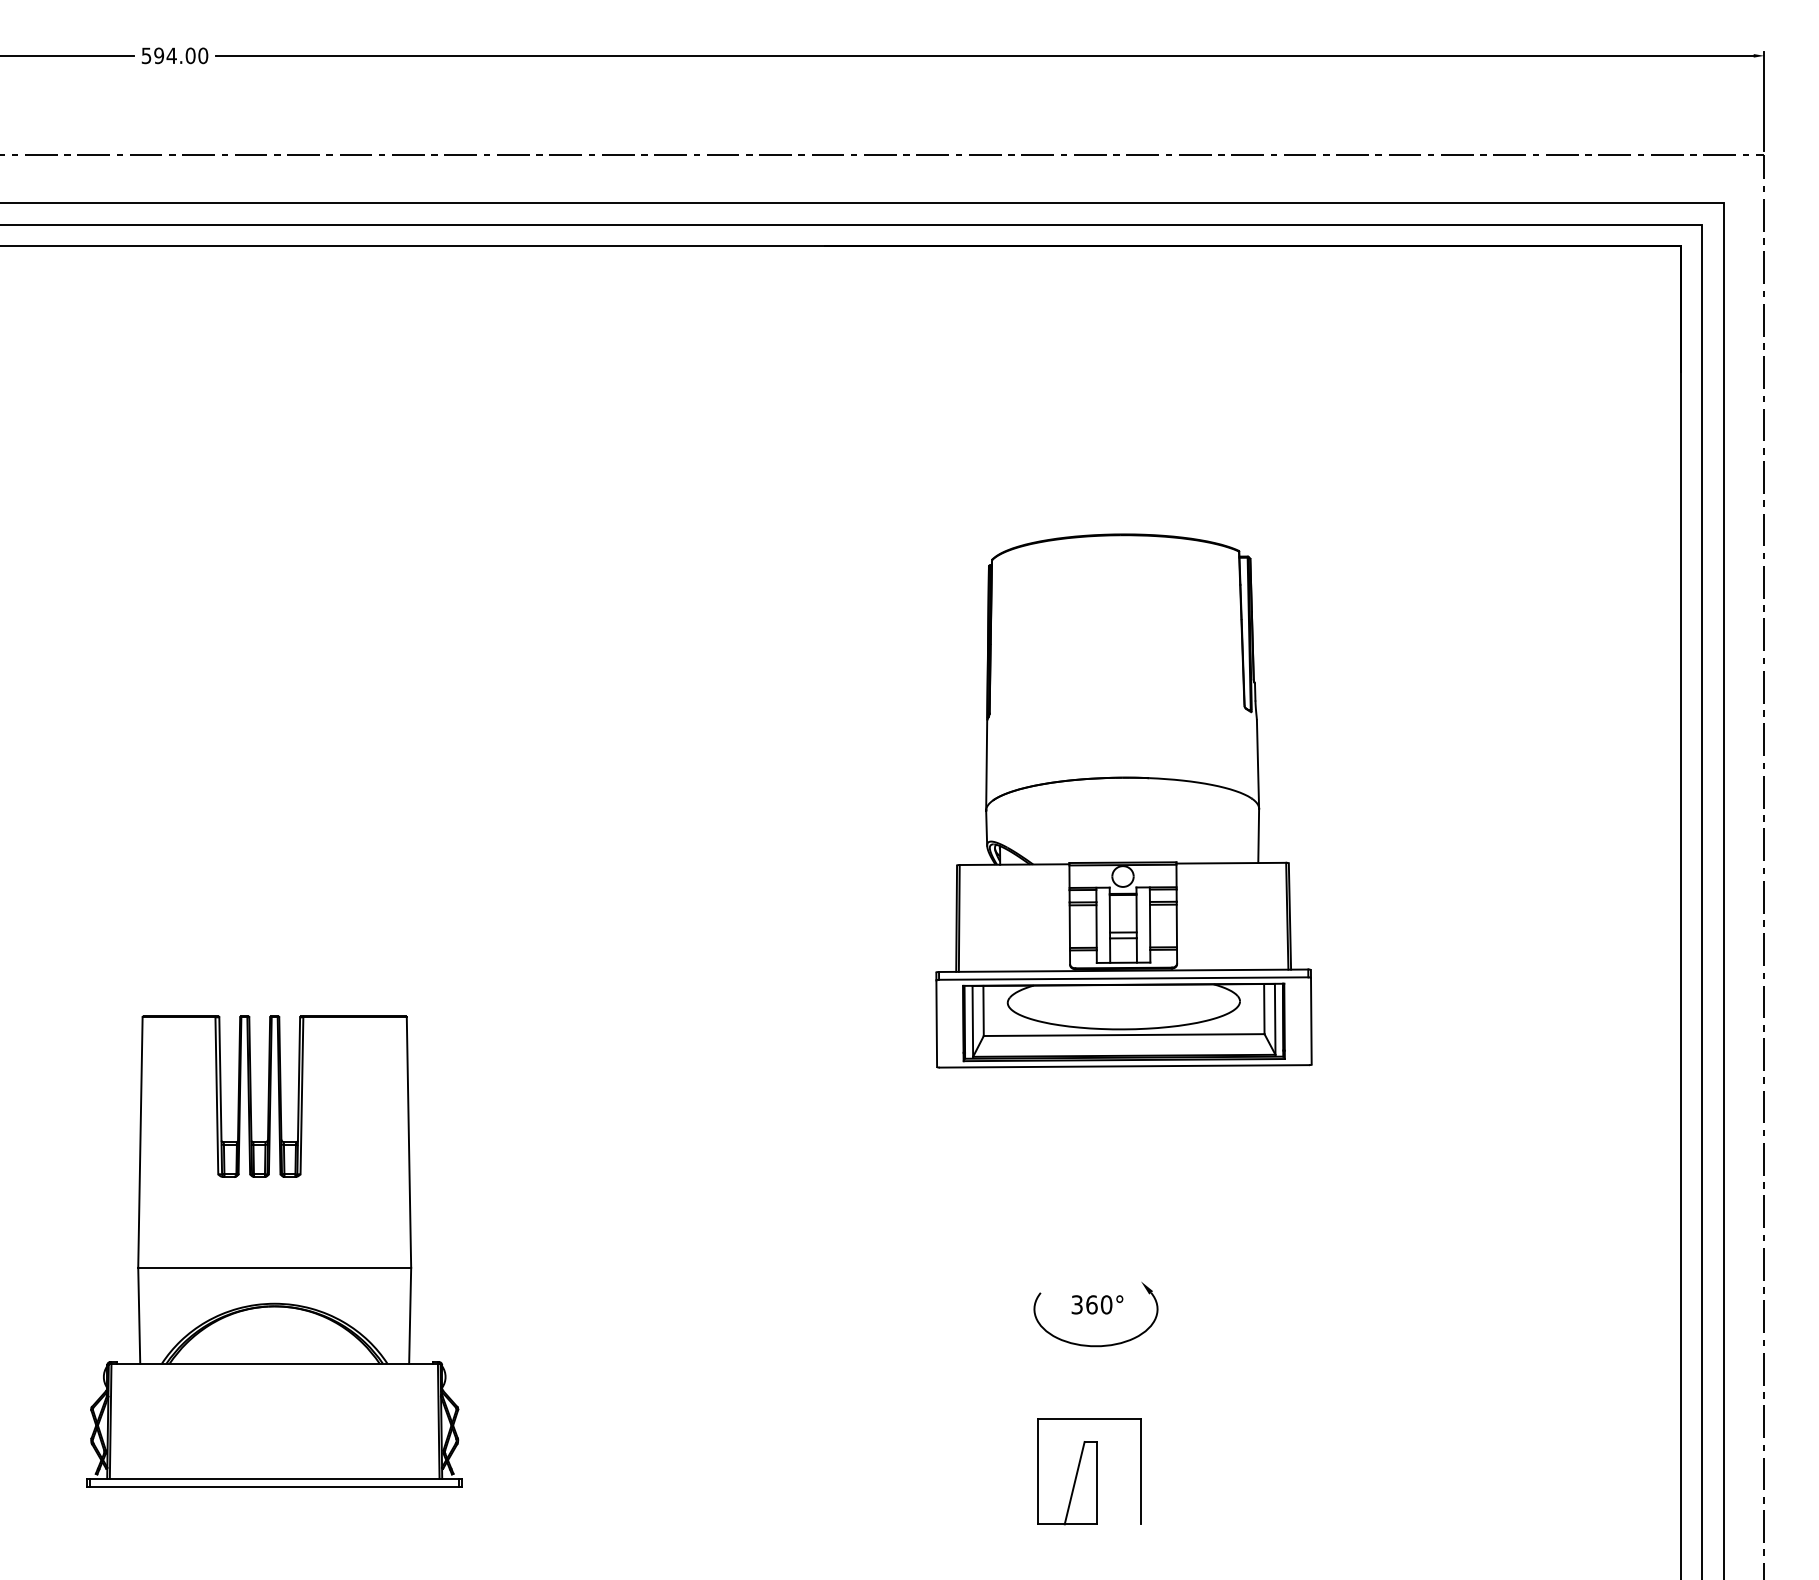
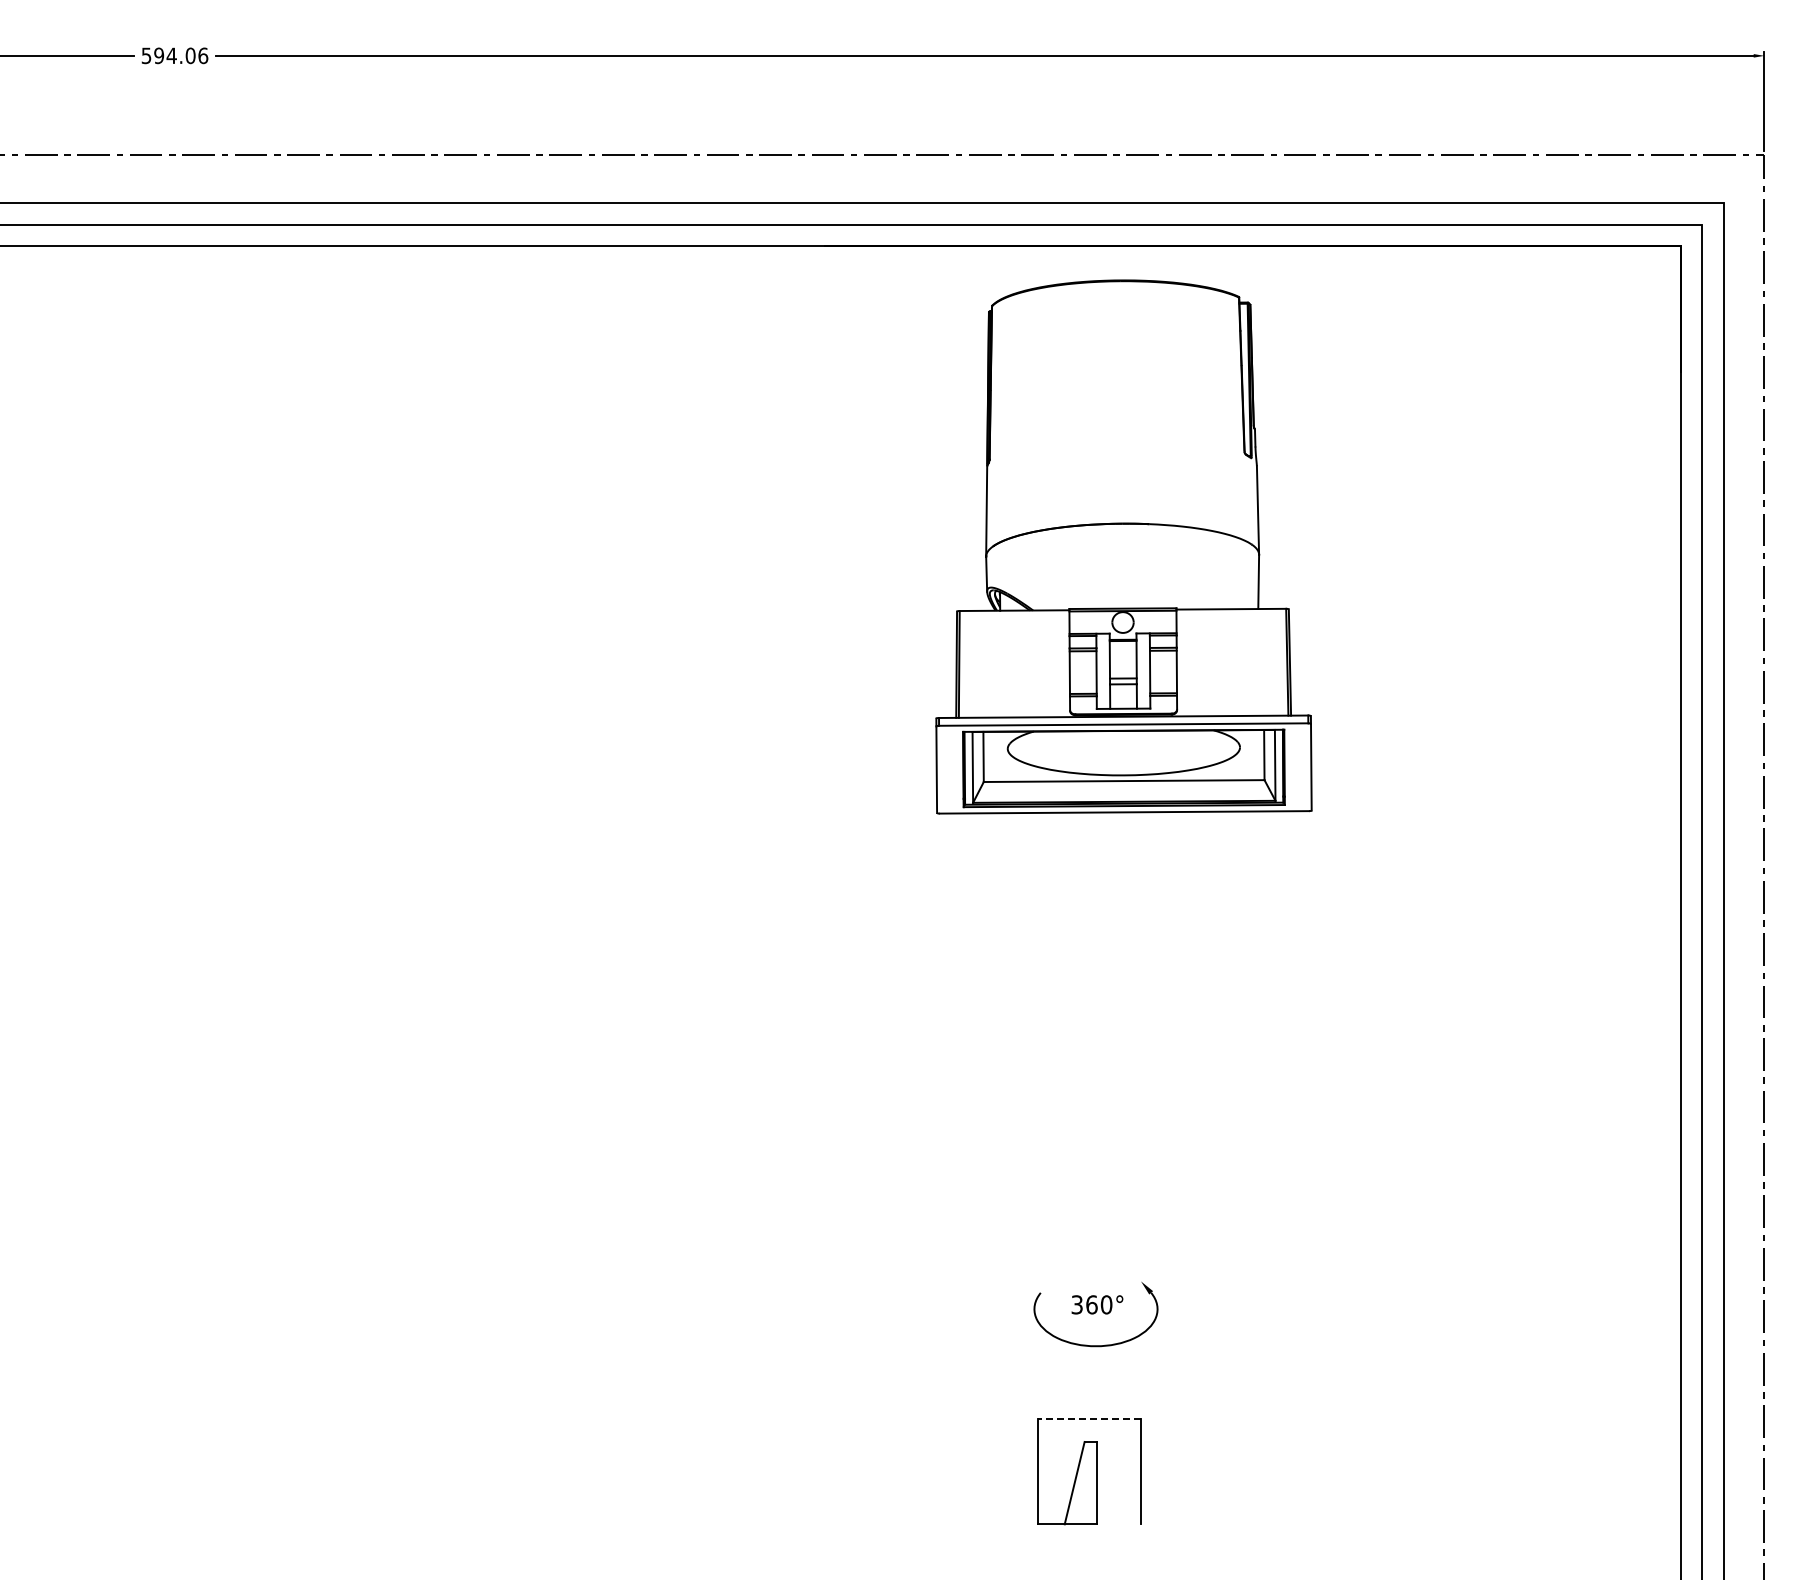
text at (203, 55): 594.00 -> 594.06
part at (1123, 800) position: (1123, 800) -> (1123, 546)
part at (274, 1251): present -> none
line at (1089, 1418): solid -> dashed
